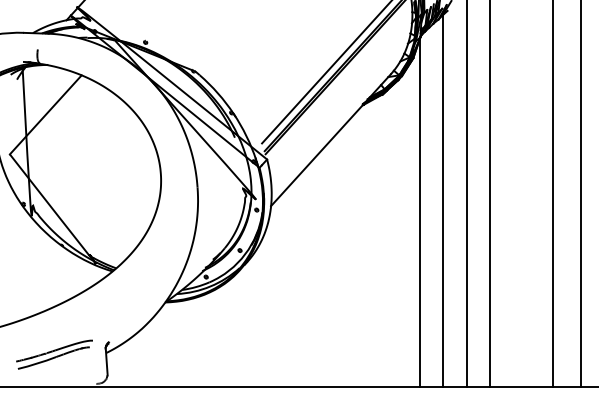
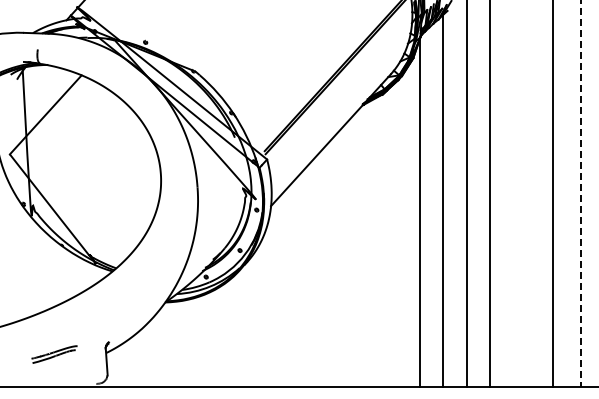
line at (326, 72): present -> none
line at (581, 194): solid -> dashed
part at (54, 354) size: 77x31 px -> 47x19 px
